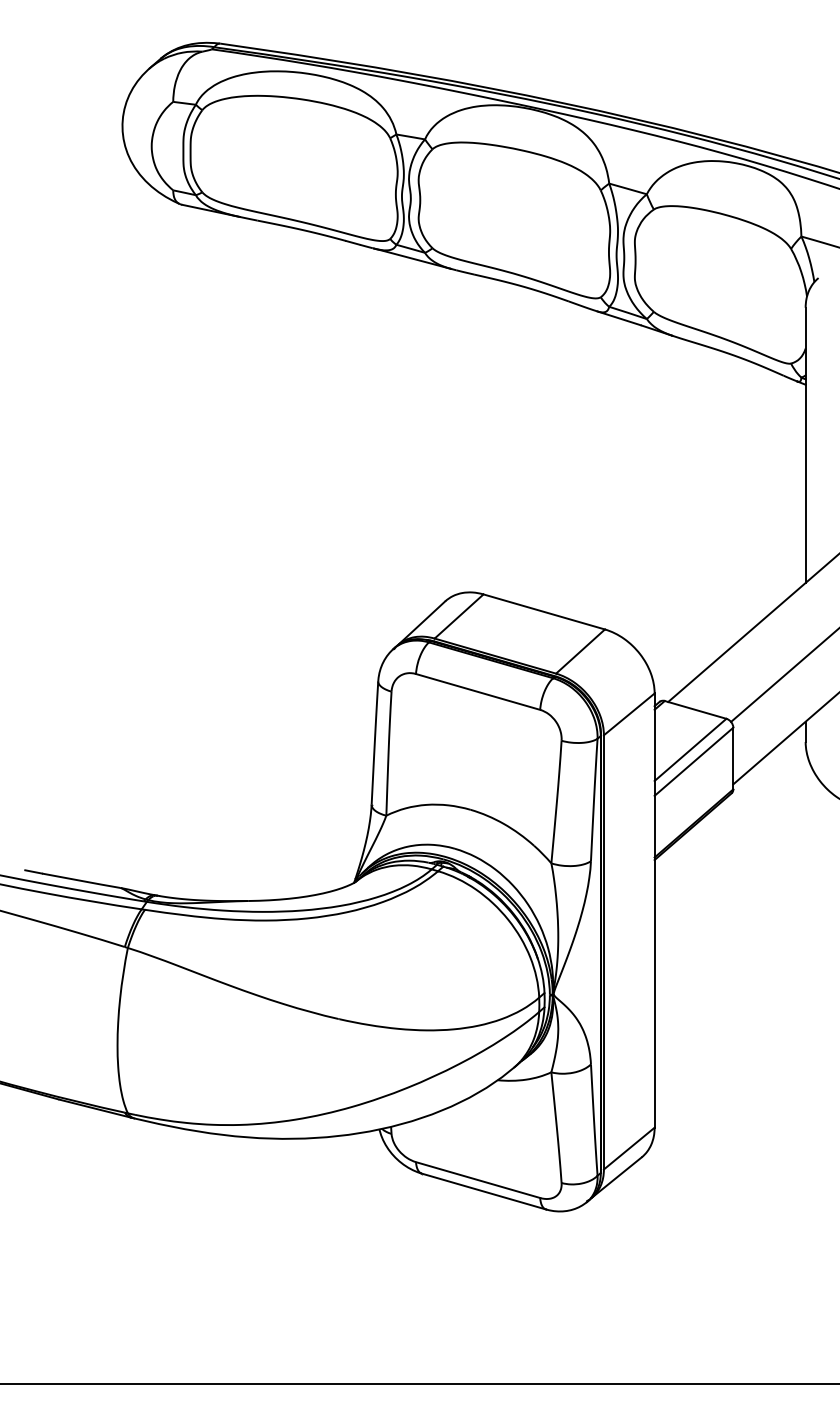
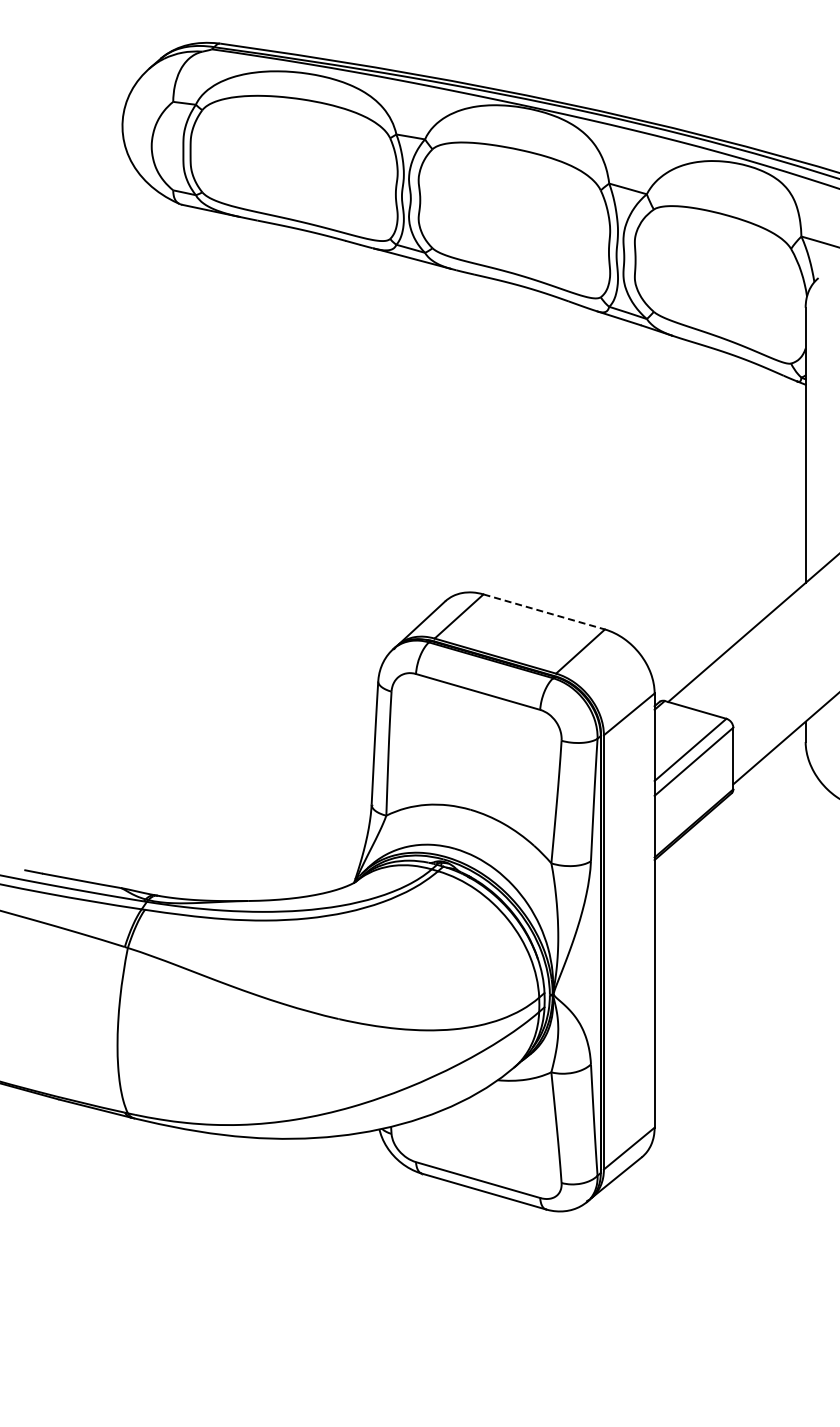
line at (544, 612): solid -> dashed
line at (783, 675): present -> none
line at (419, 1384): present -> none
